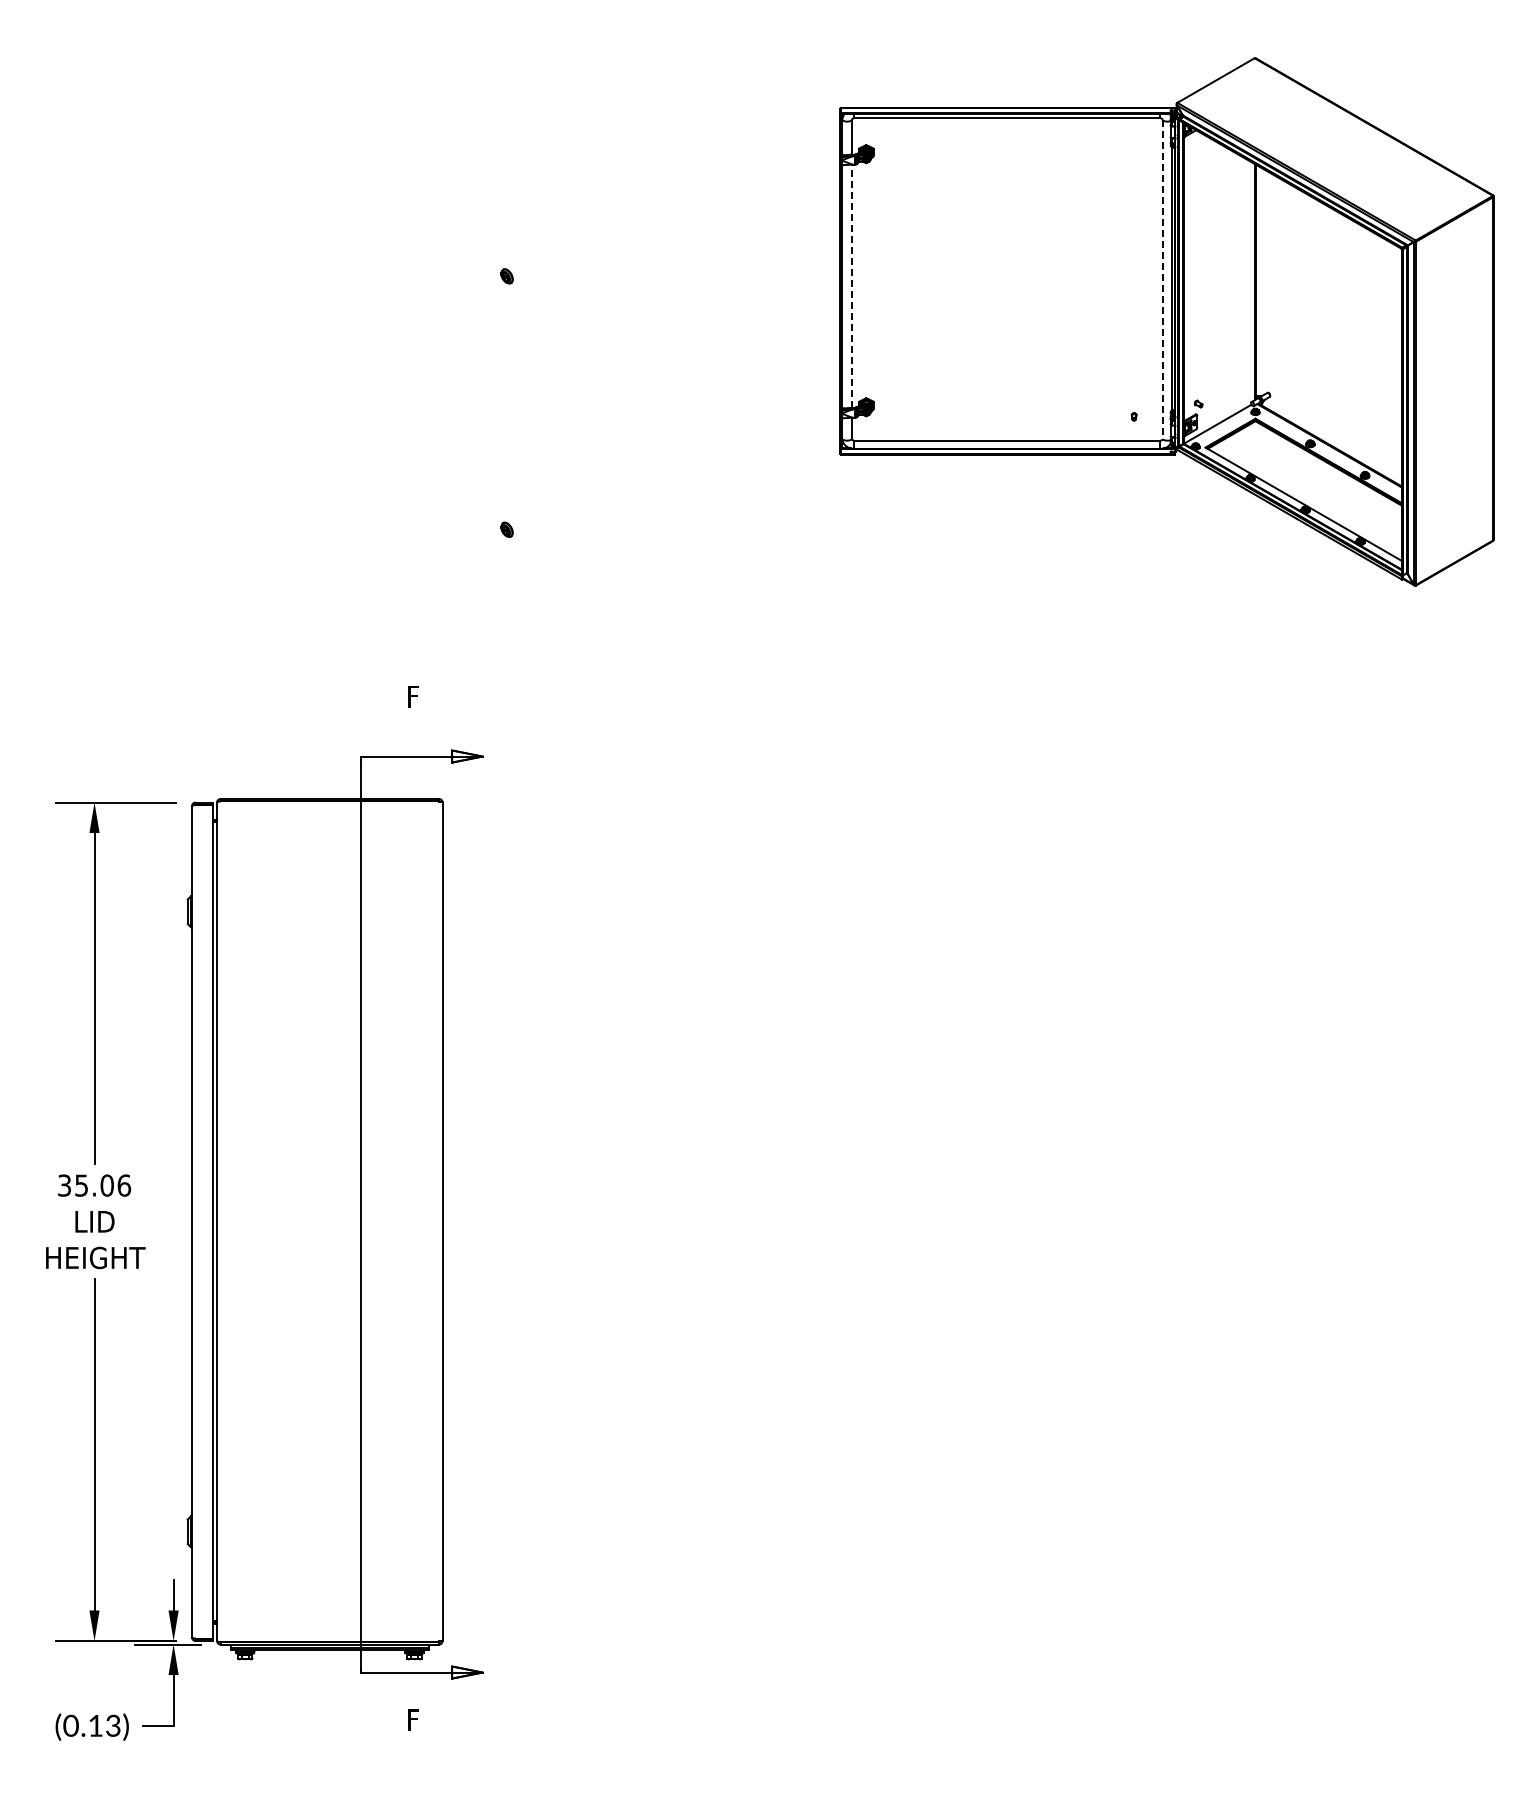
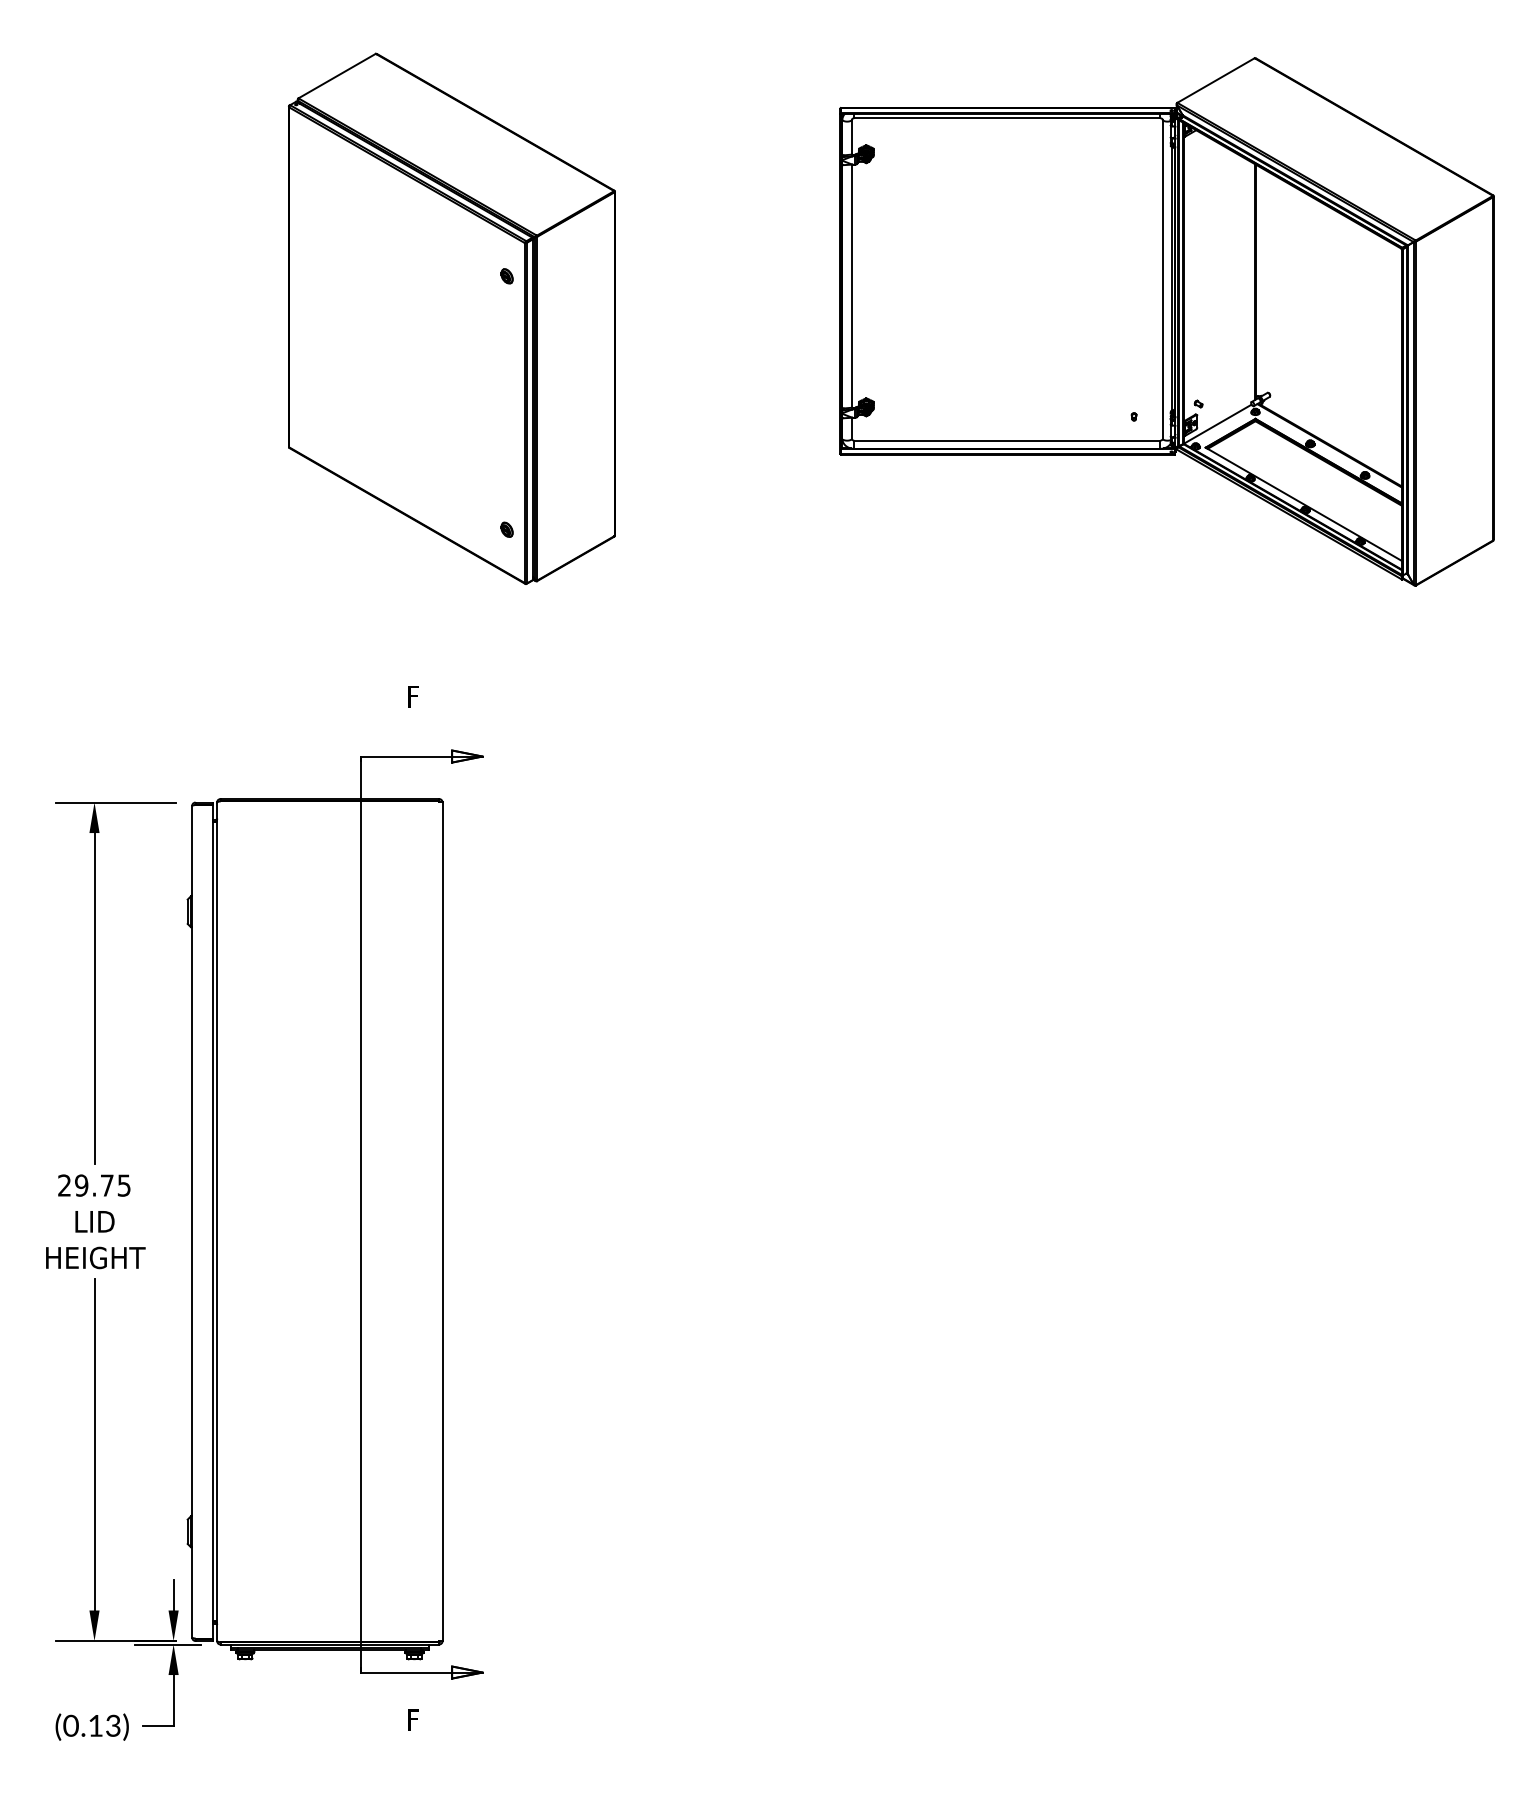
line at (1162, 279): dashed -> solid
line at (851, 286): dashed -> solid
part at (451, 318): none -> present
text at (94, 1185): 35.06 -> 29.75
